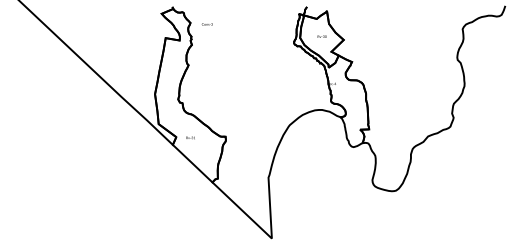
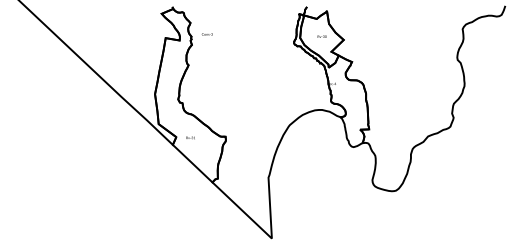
text at (206, 24) position: (206, 24) -> (206, 34)
